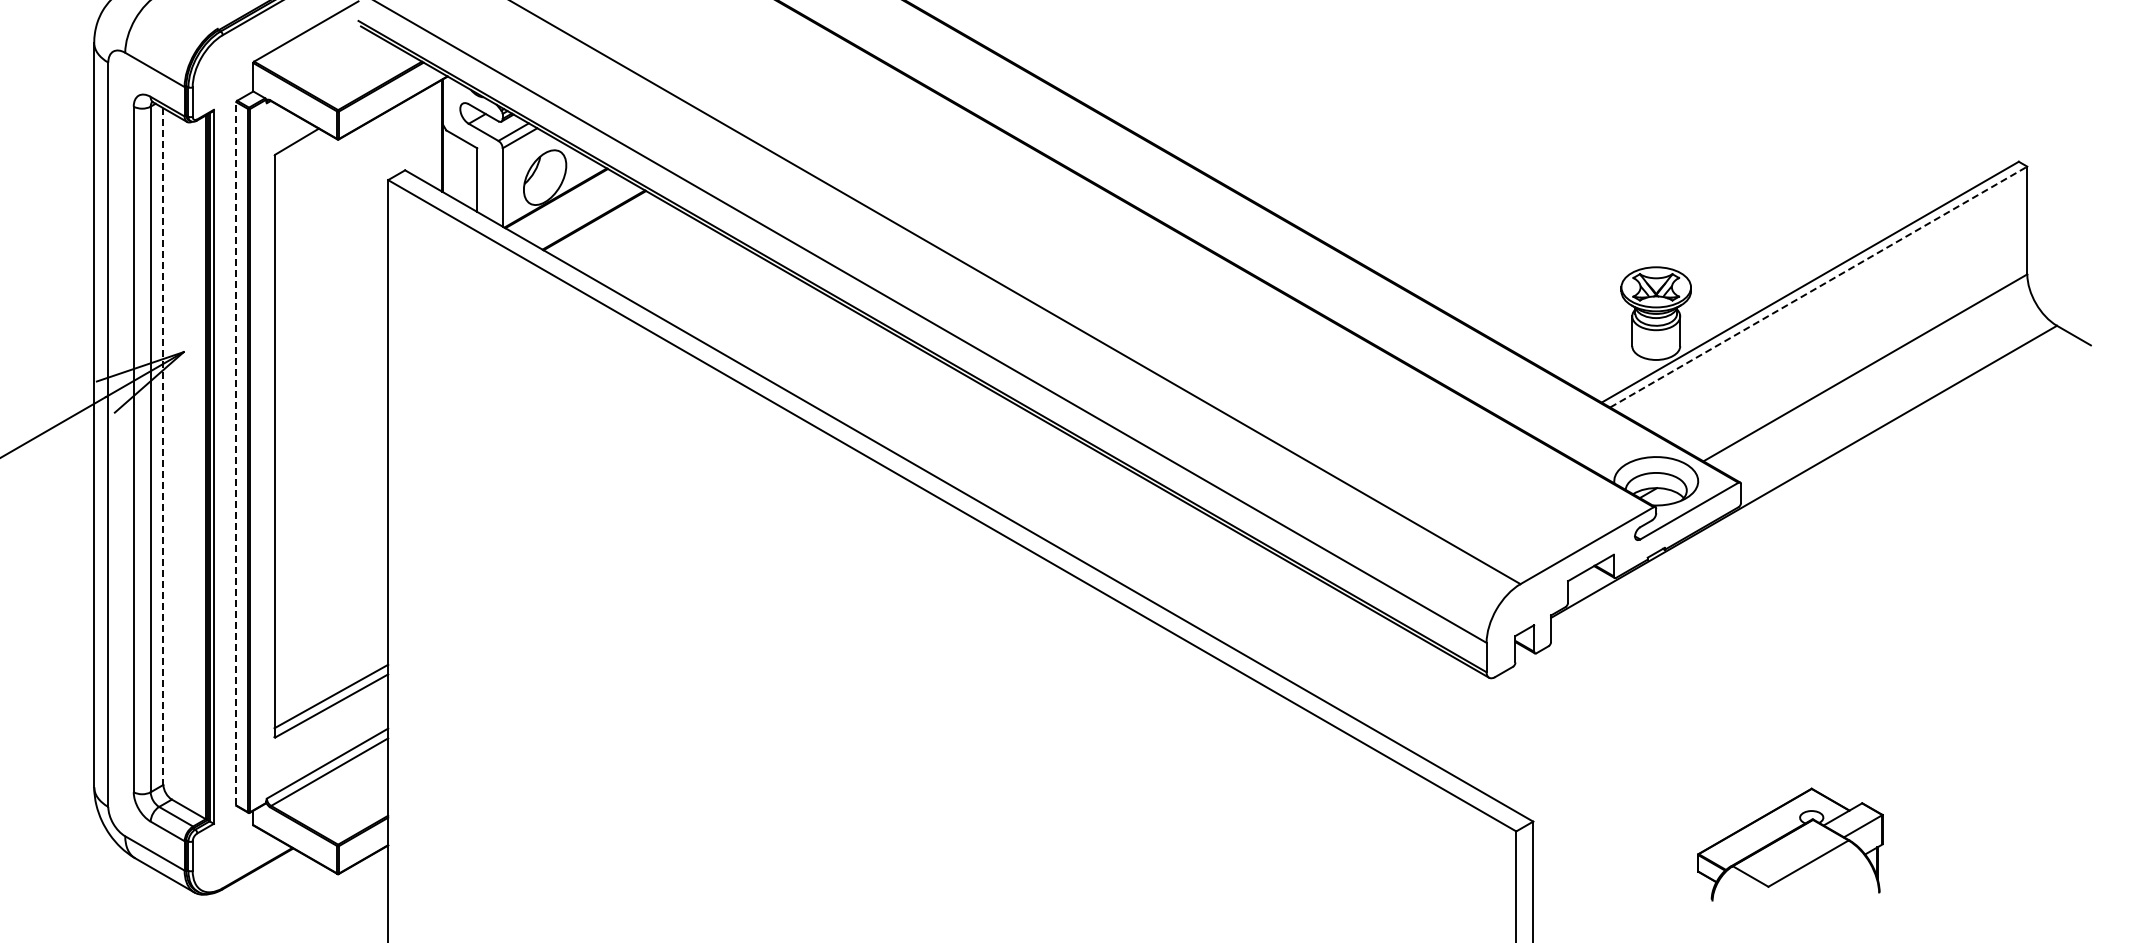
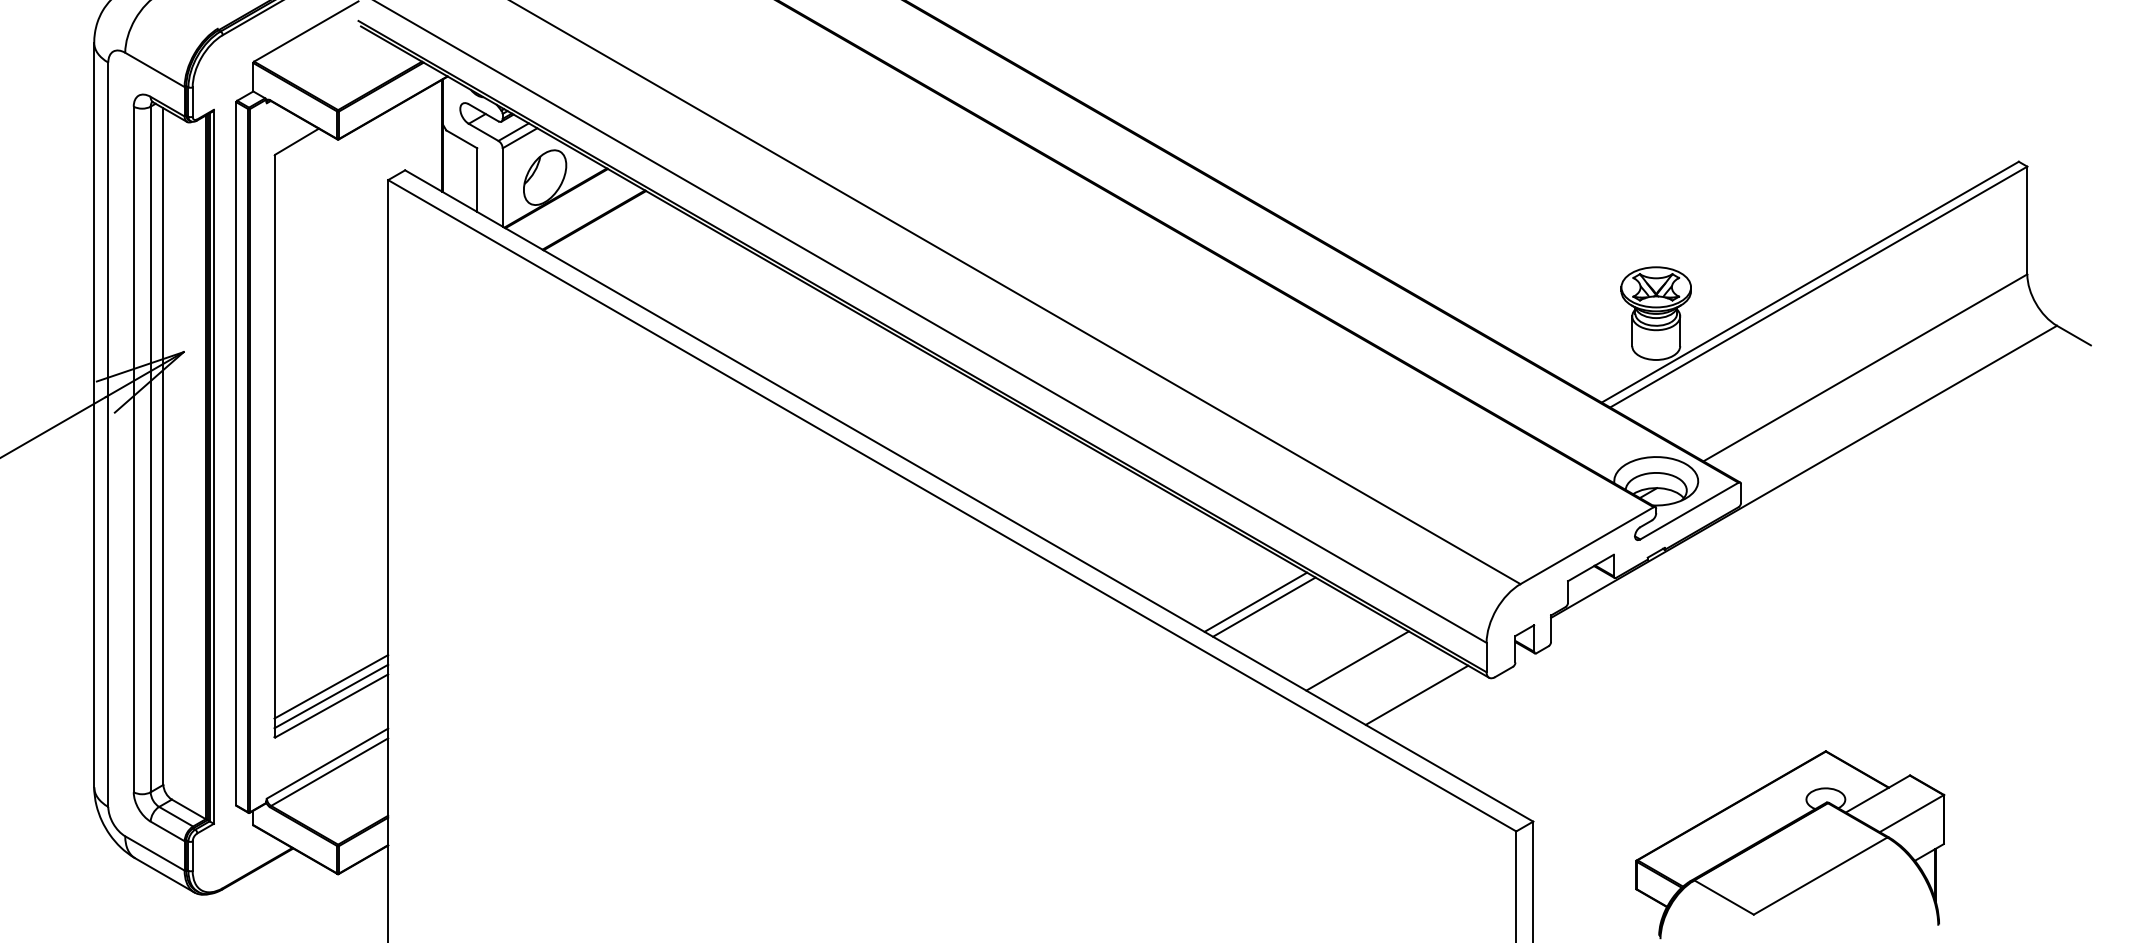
line at (1818, 287): dashed -> solid
line at (163, 447): dashed -> solid
line at (236, 453): dashed -> solid
line at (1255, 601): none -> present
line at (1264, 606): none -> present
line at (1357, 660): none -> present
line at (331, 686): none -> present
line at (1416, 694): none -> present
part at (1790, 844) size: 187x115 px -> 311x190 px
